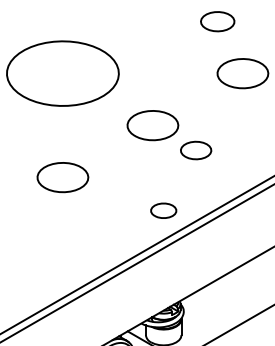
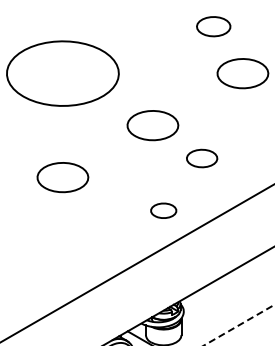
part at (217, 21) position: (217, 21) -> (213, 26)
part at (196, 150) position: (196, 150) -> (202, 158)
line at (136, 255): present -> none
line at (238, 325): solid -> dashed
